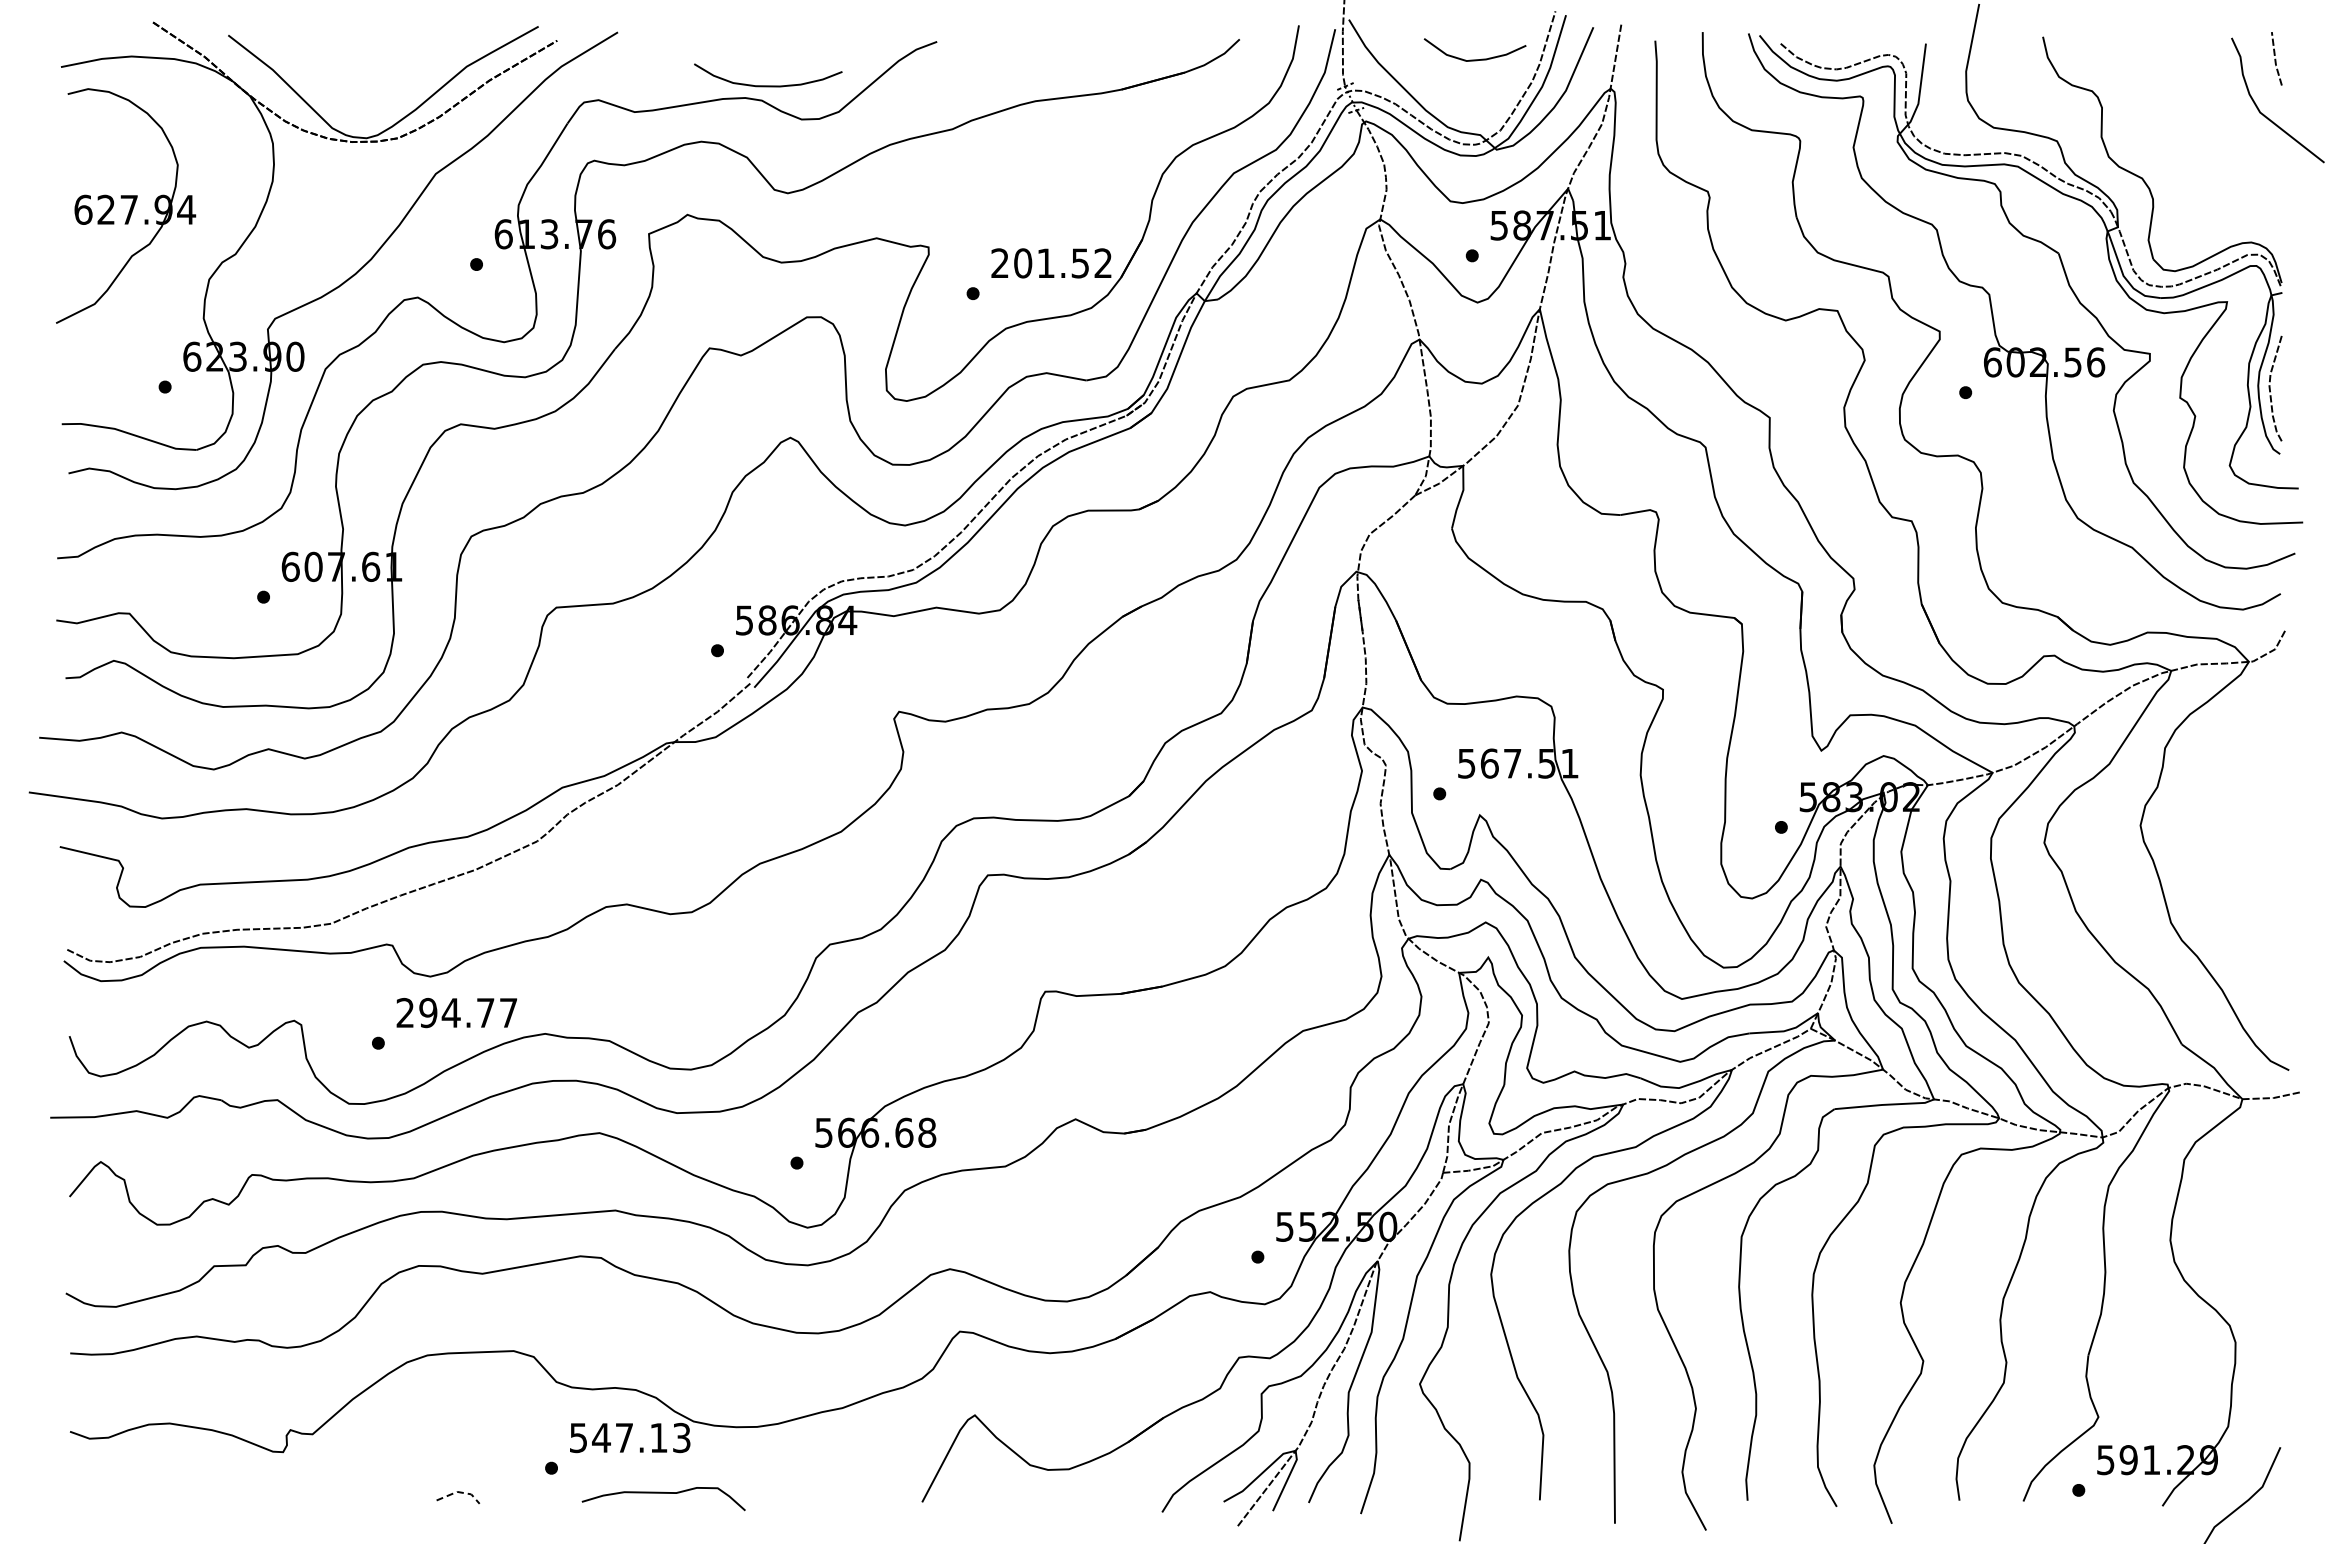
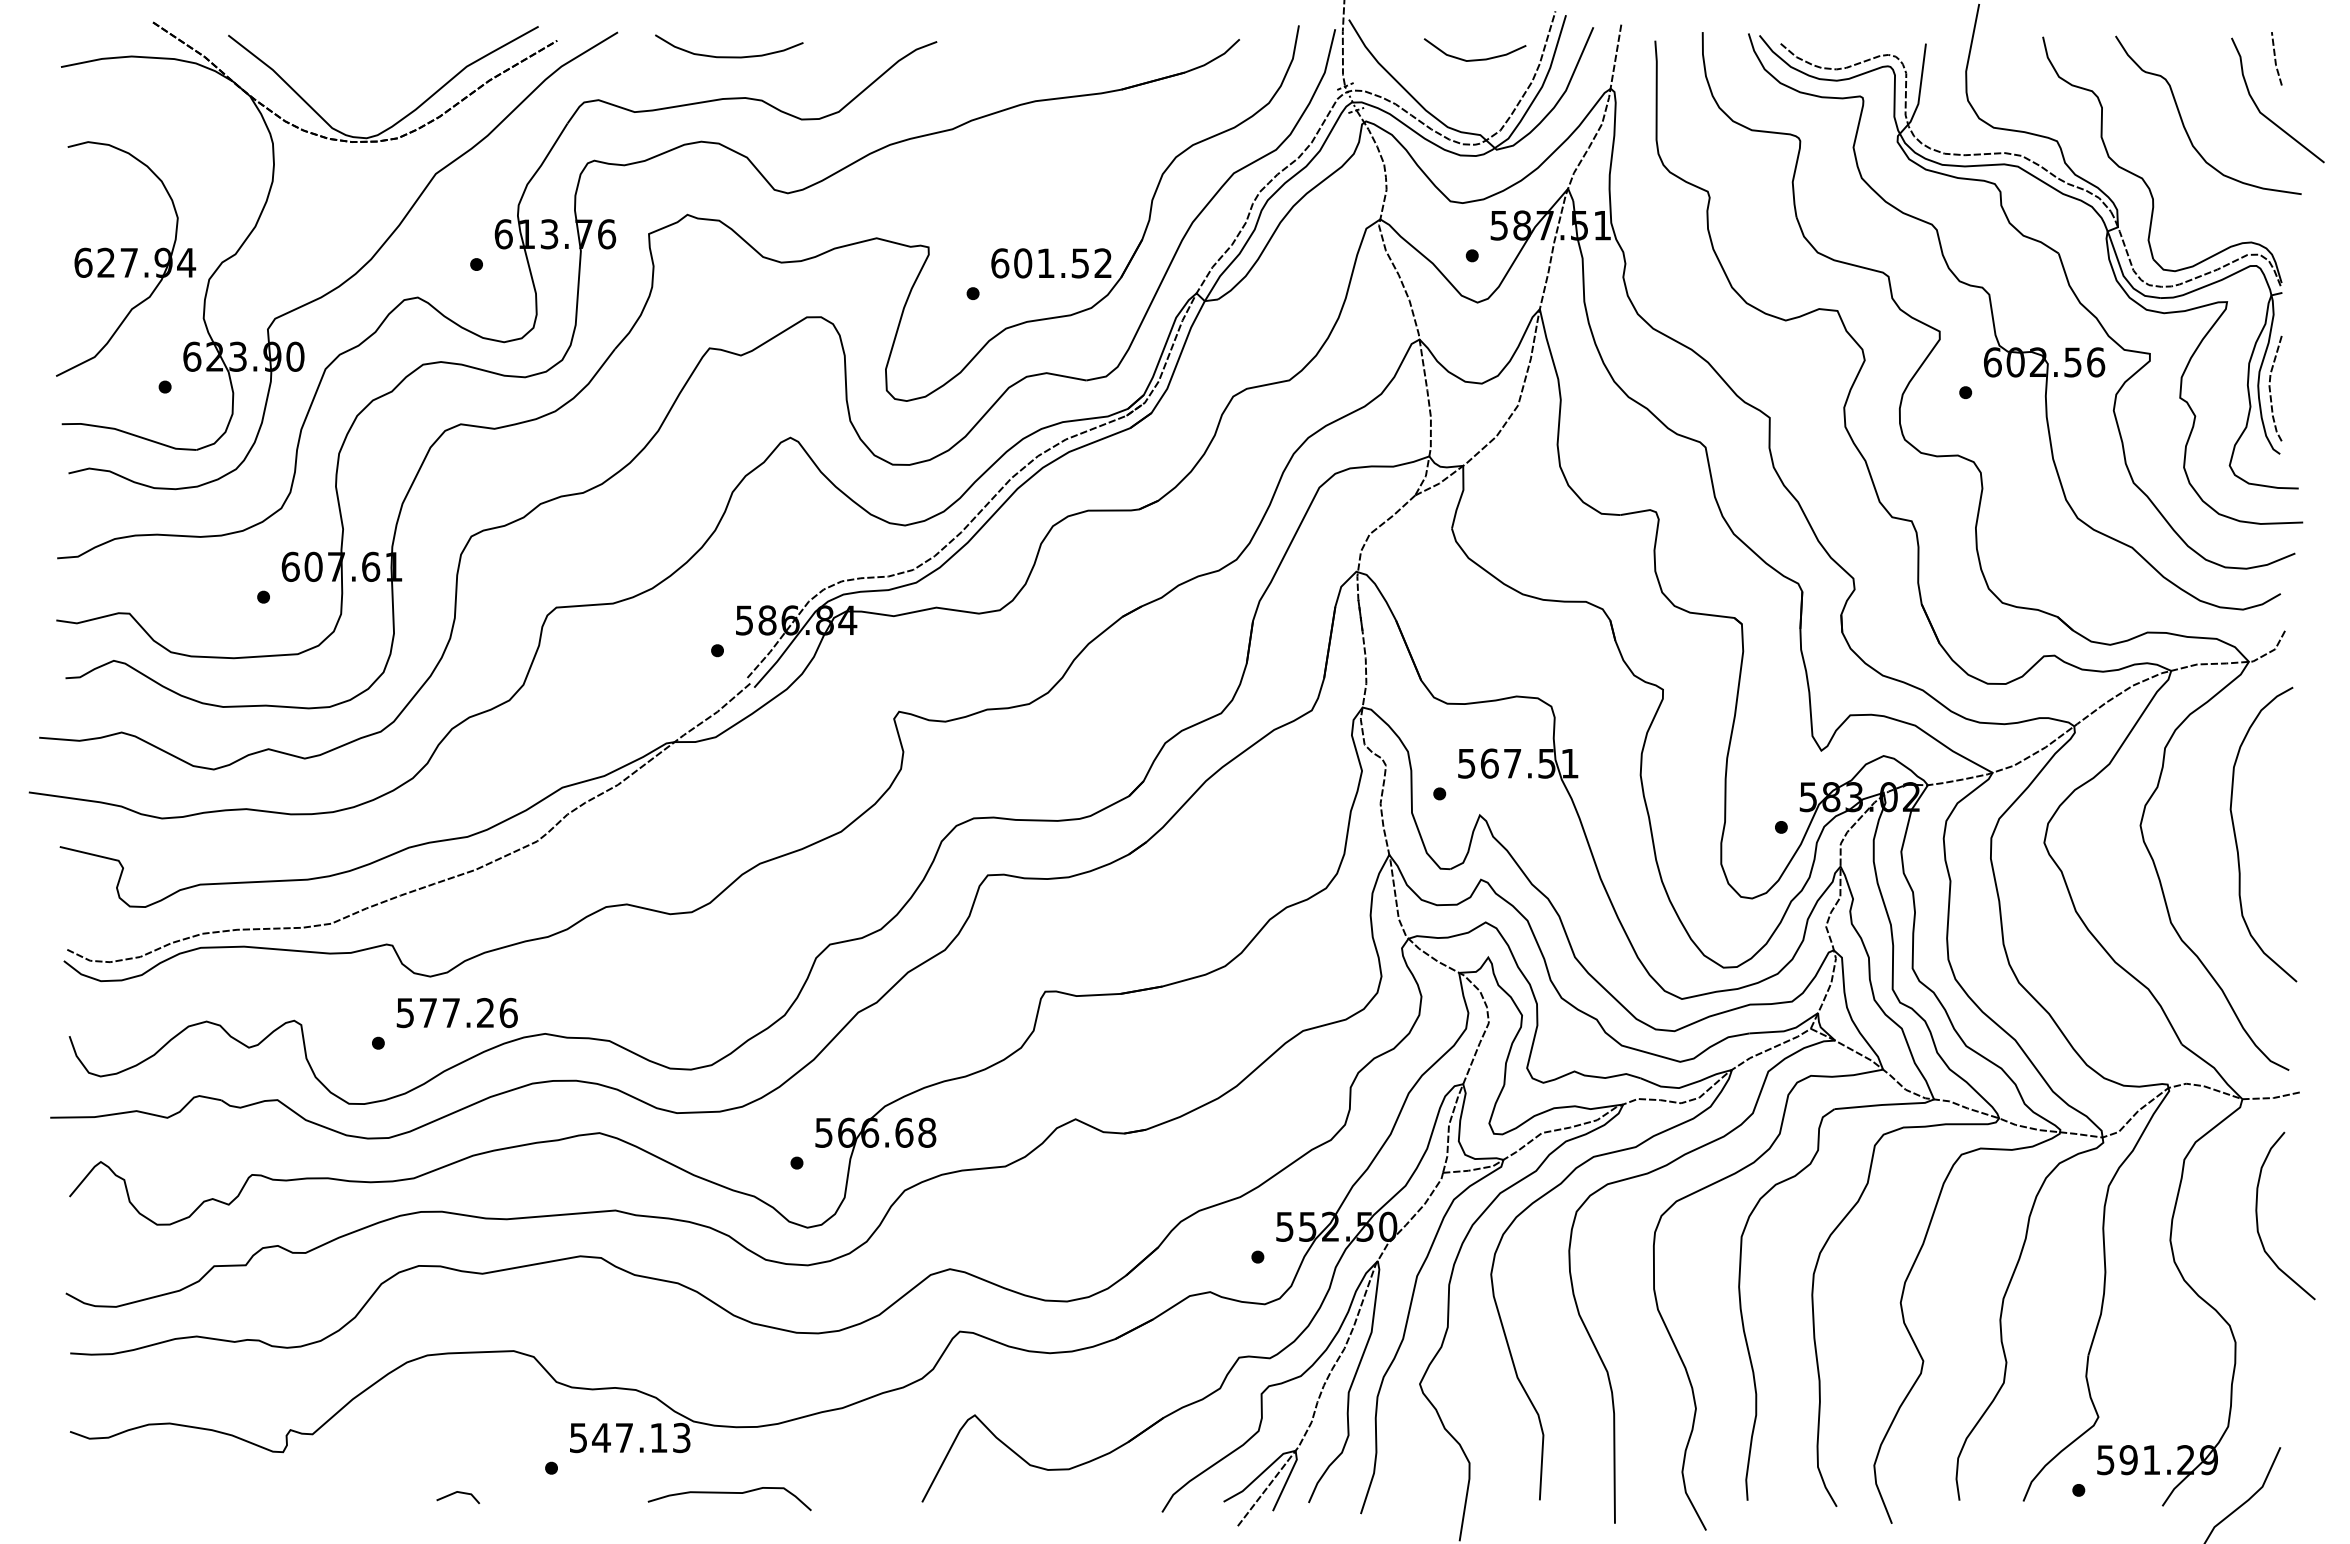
curve at (768, 85) position: (768, 85) -> (729, 56)
curve at (2183, 121): none -> present
part at (126, 205) position: (126, 205) -> (126, 258)
text at (1000, 263): 201.52 -> 601.52
curve at (2236, 836): none -> present
text at (456, 1012): 294.77 -> 577.26
curve at (2258, 1222): none -> present
line at (460, 1492): dashed -> solid
curve at (663, 1493) position: (663, 1493) -> (729, 1493)
